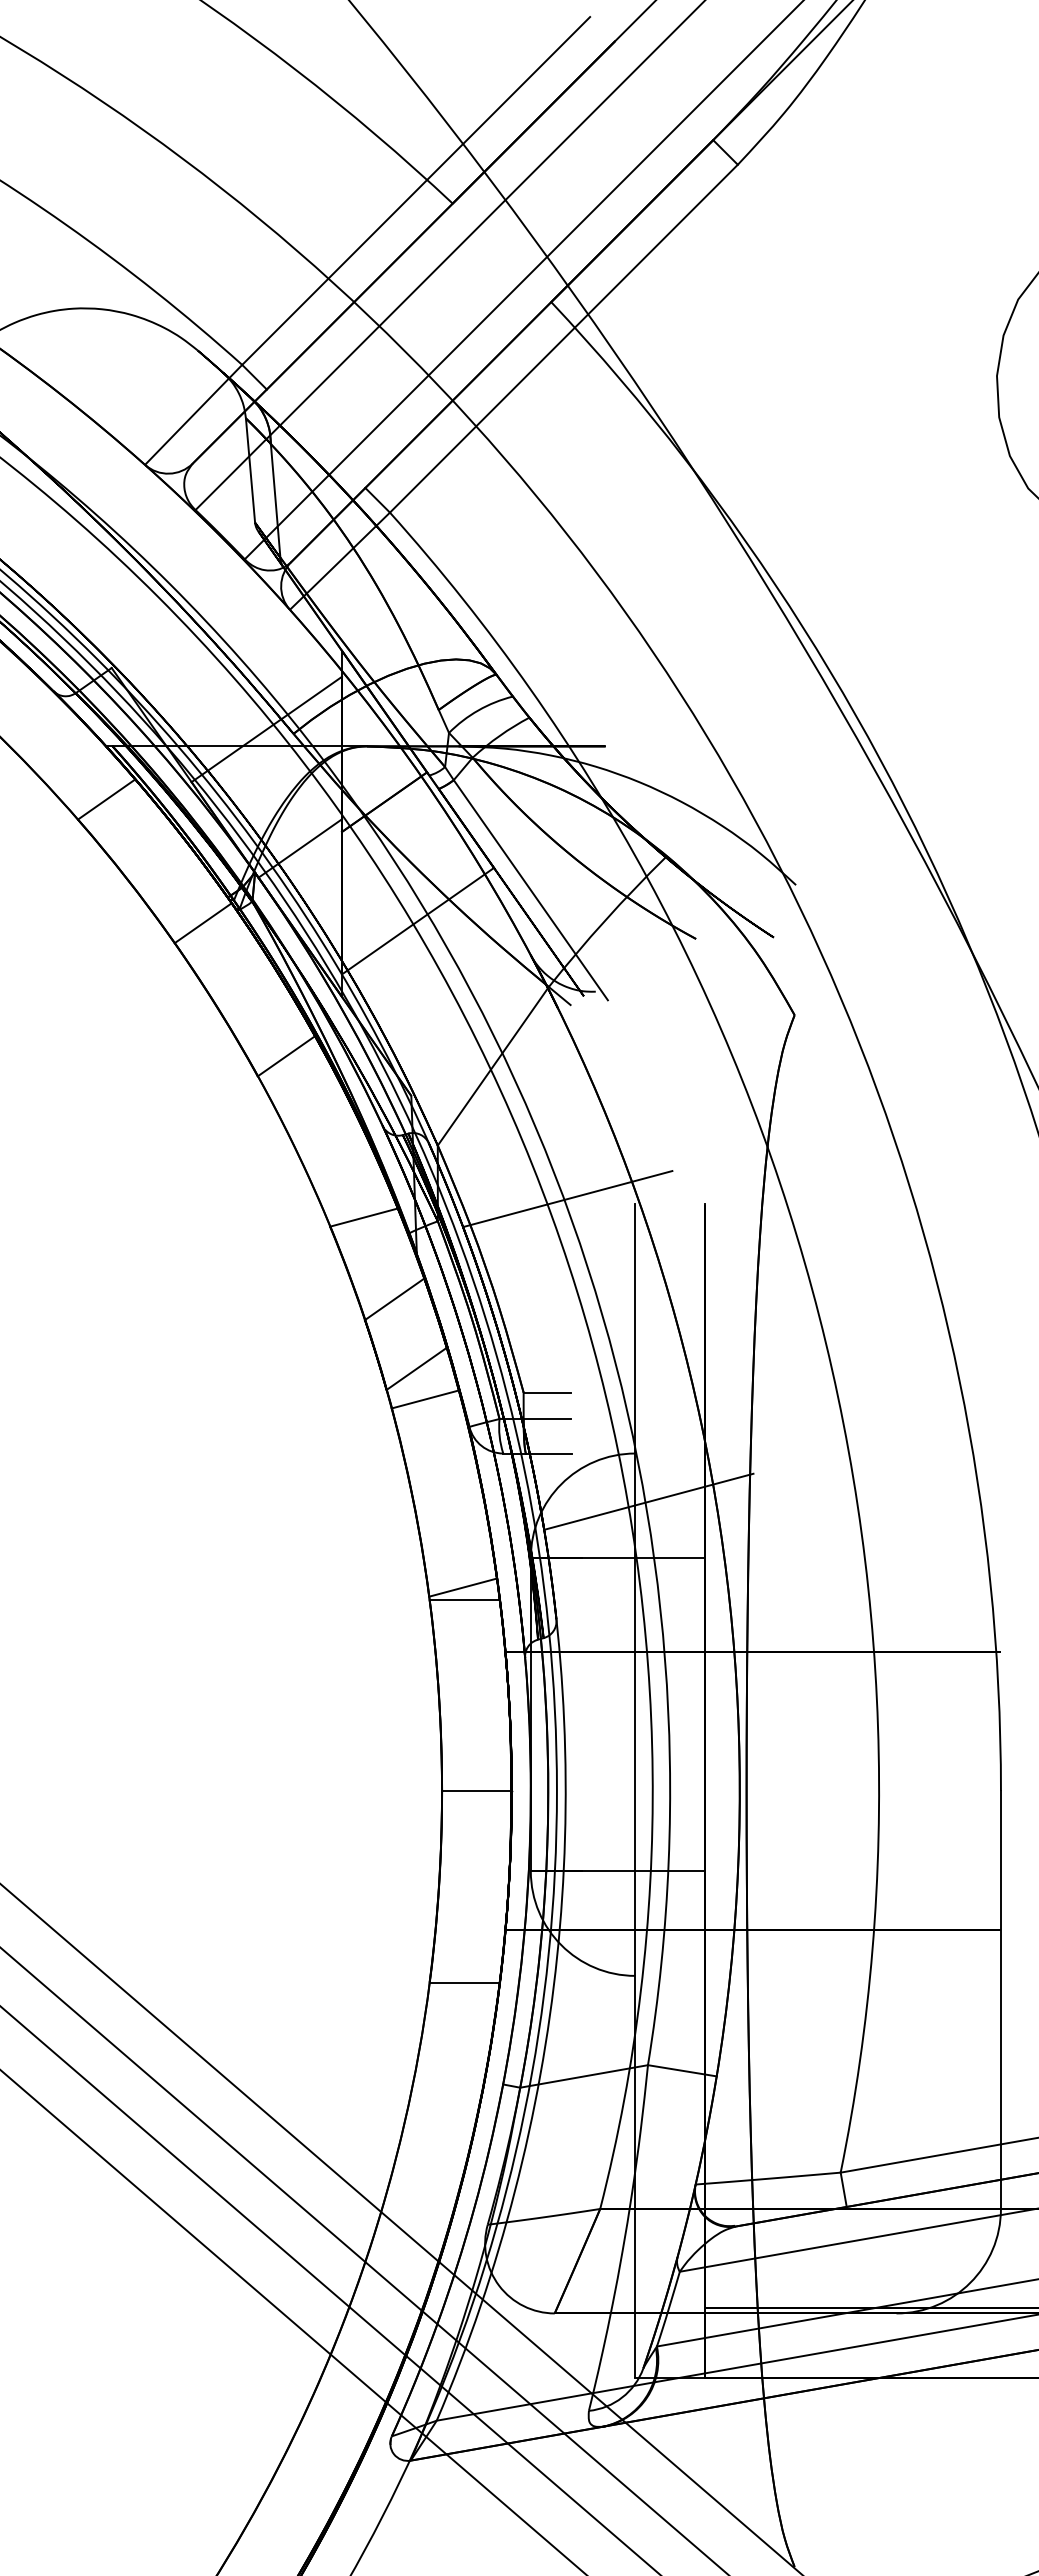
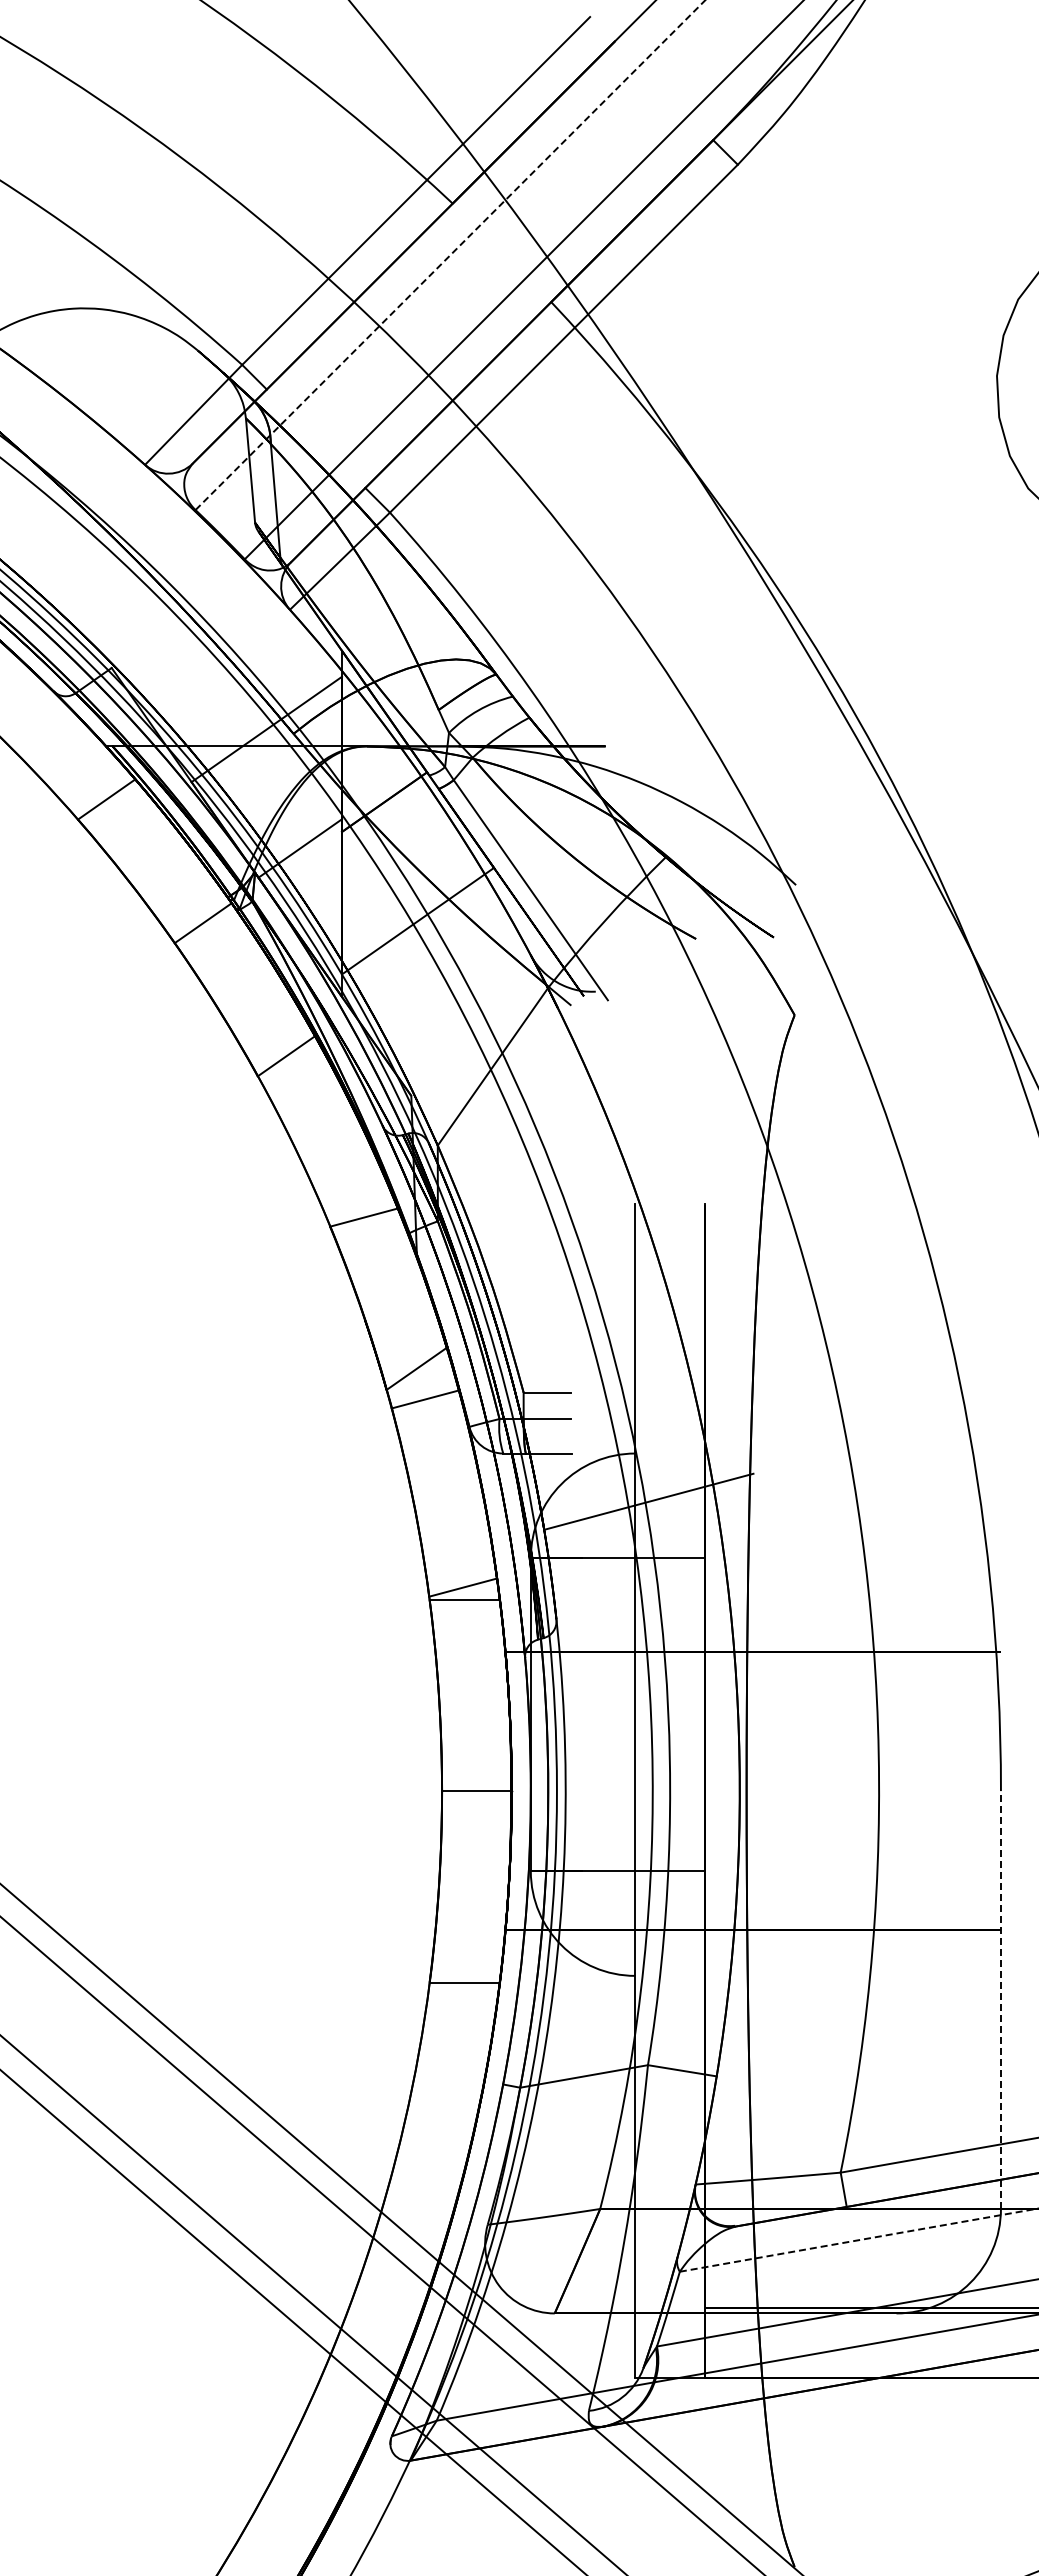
line at (450, 255): solid -> dashed
line at (567, 1199): present -> none
line at (394, 1299): present -> none
line at (1000, 2000): solid -> dashed
line at (859, 2240): solid -> dashed
line at (363, 2260) position: (363, 2260) -> (382, 2245)
line at (329, 2290) position: (329, 2290) -> (313, 2304)
